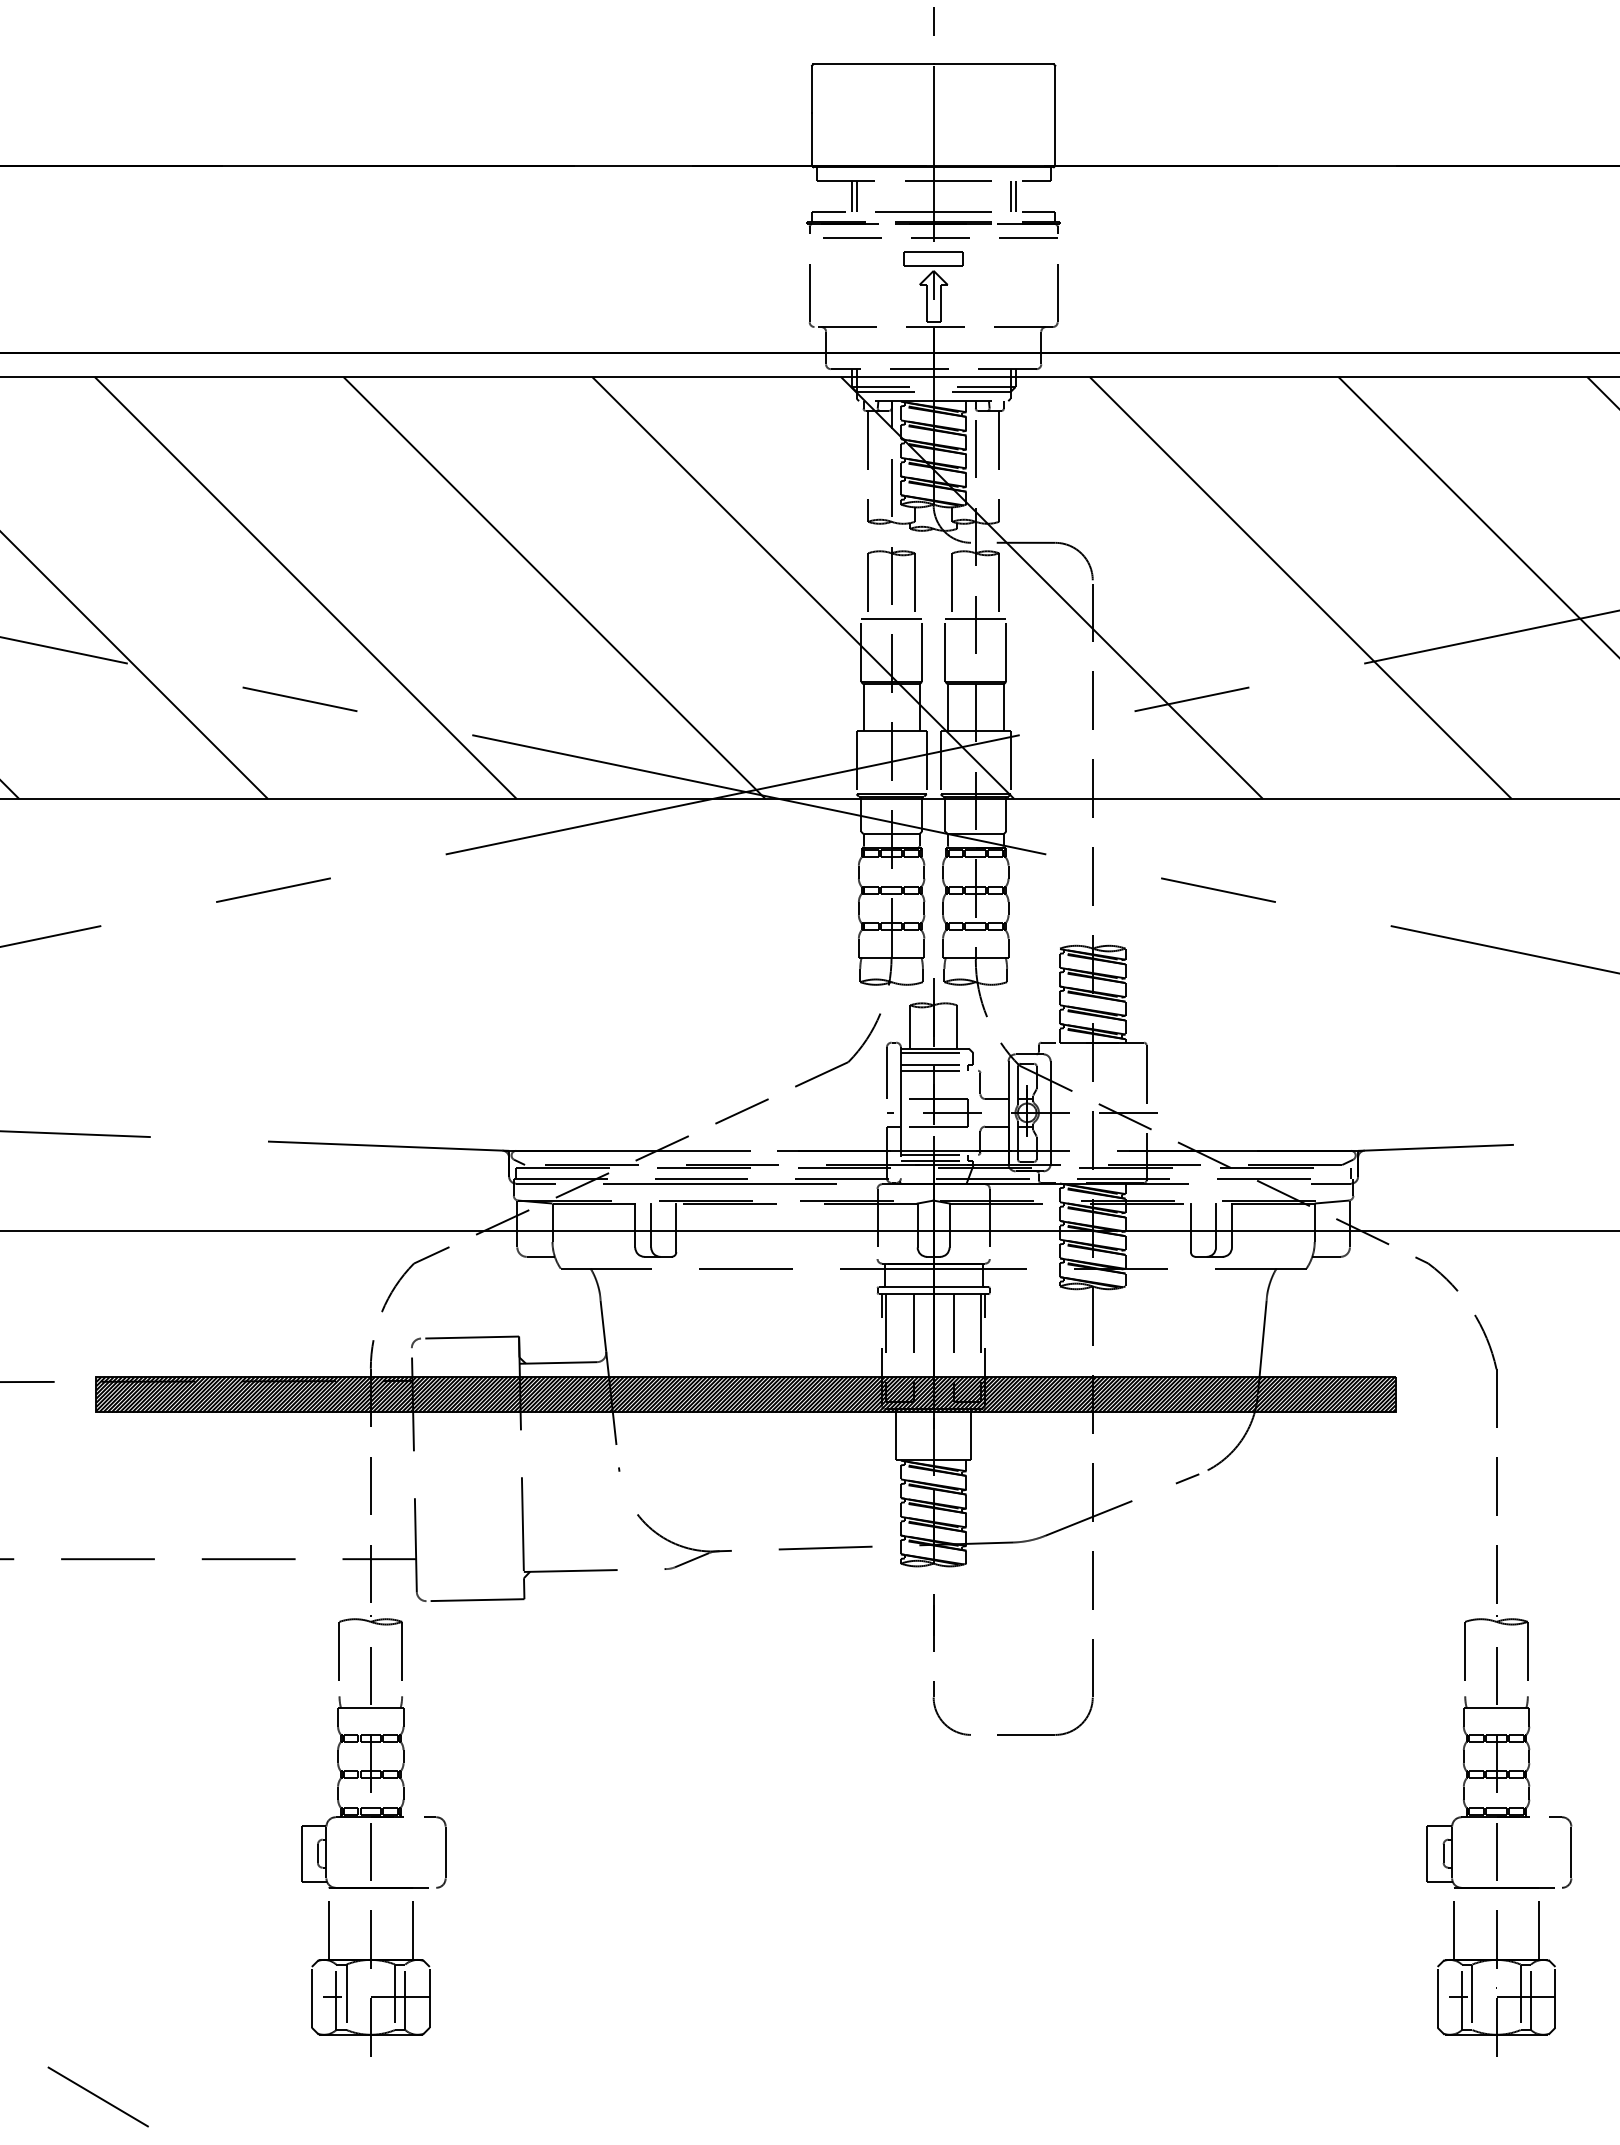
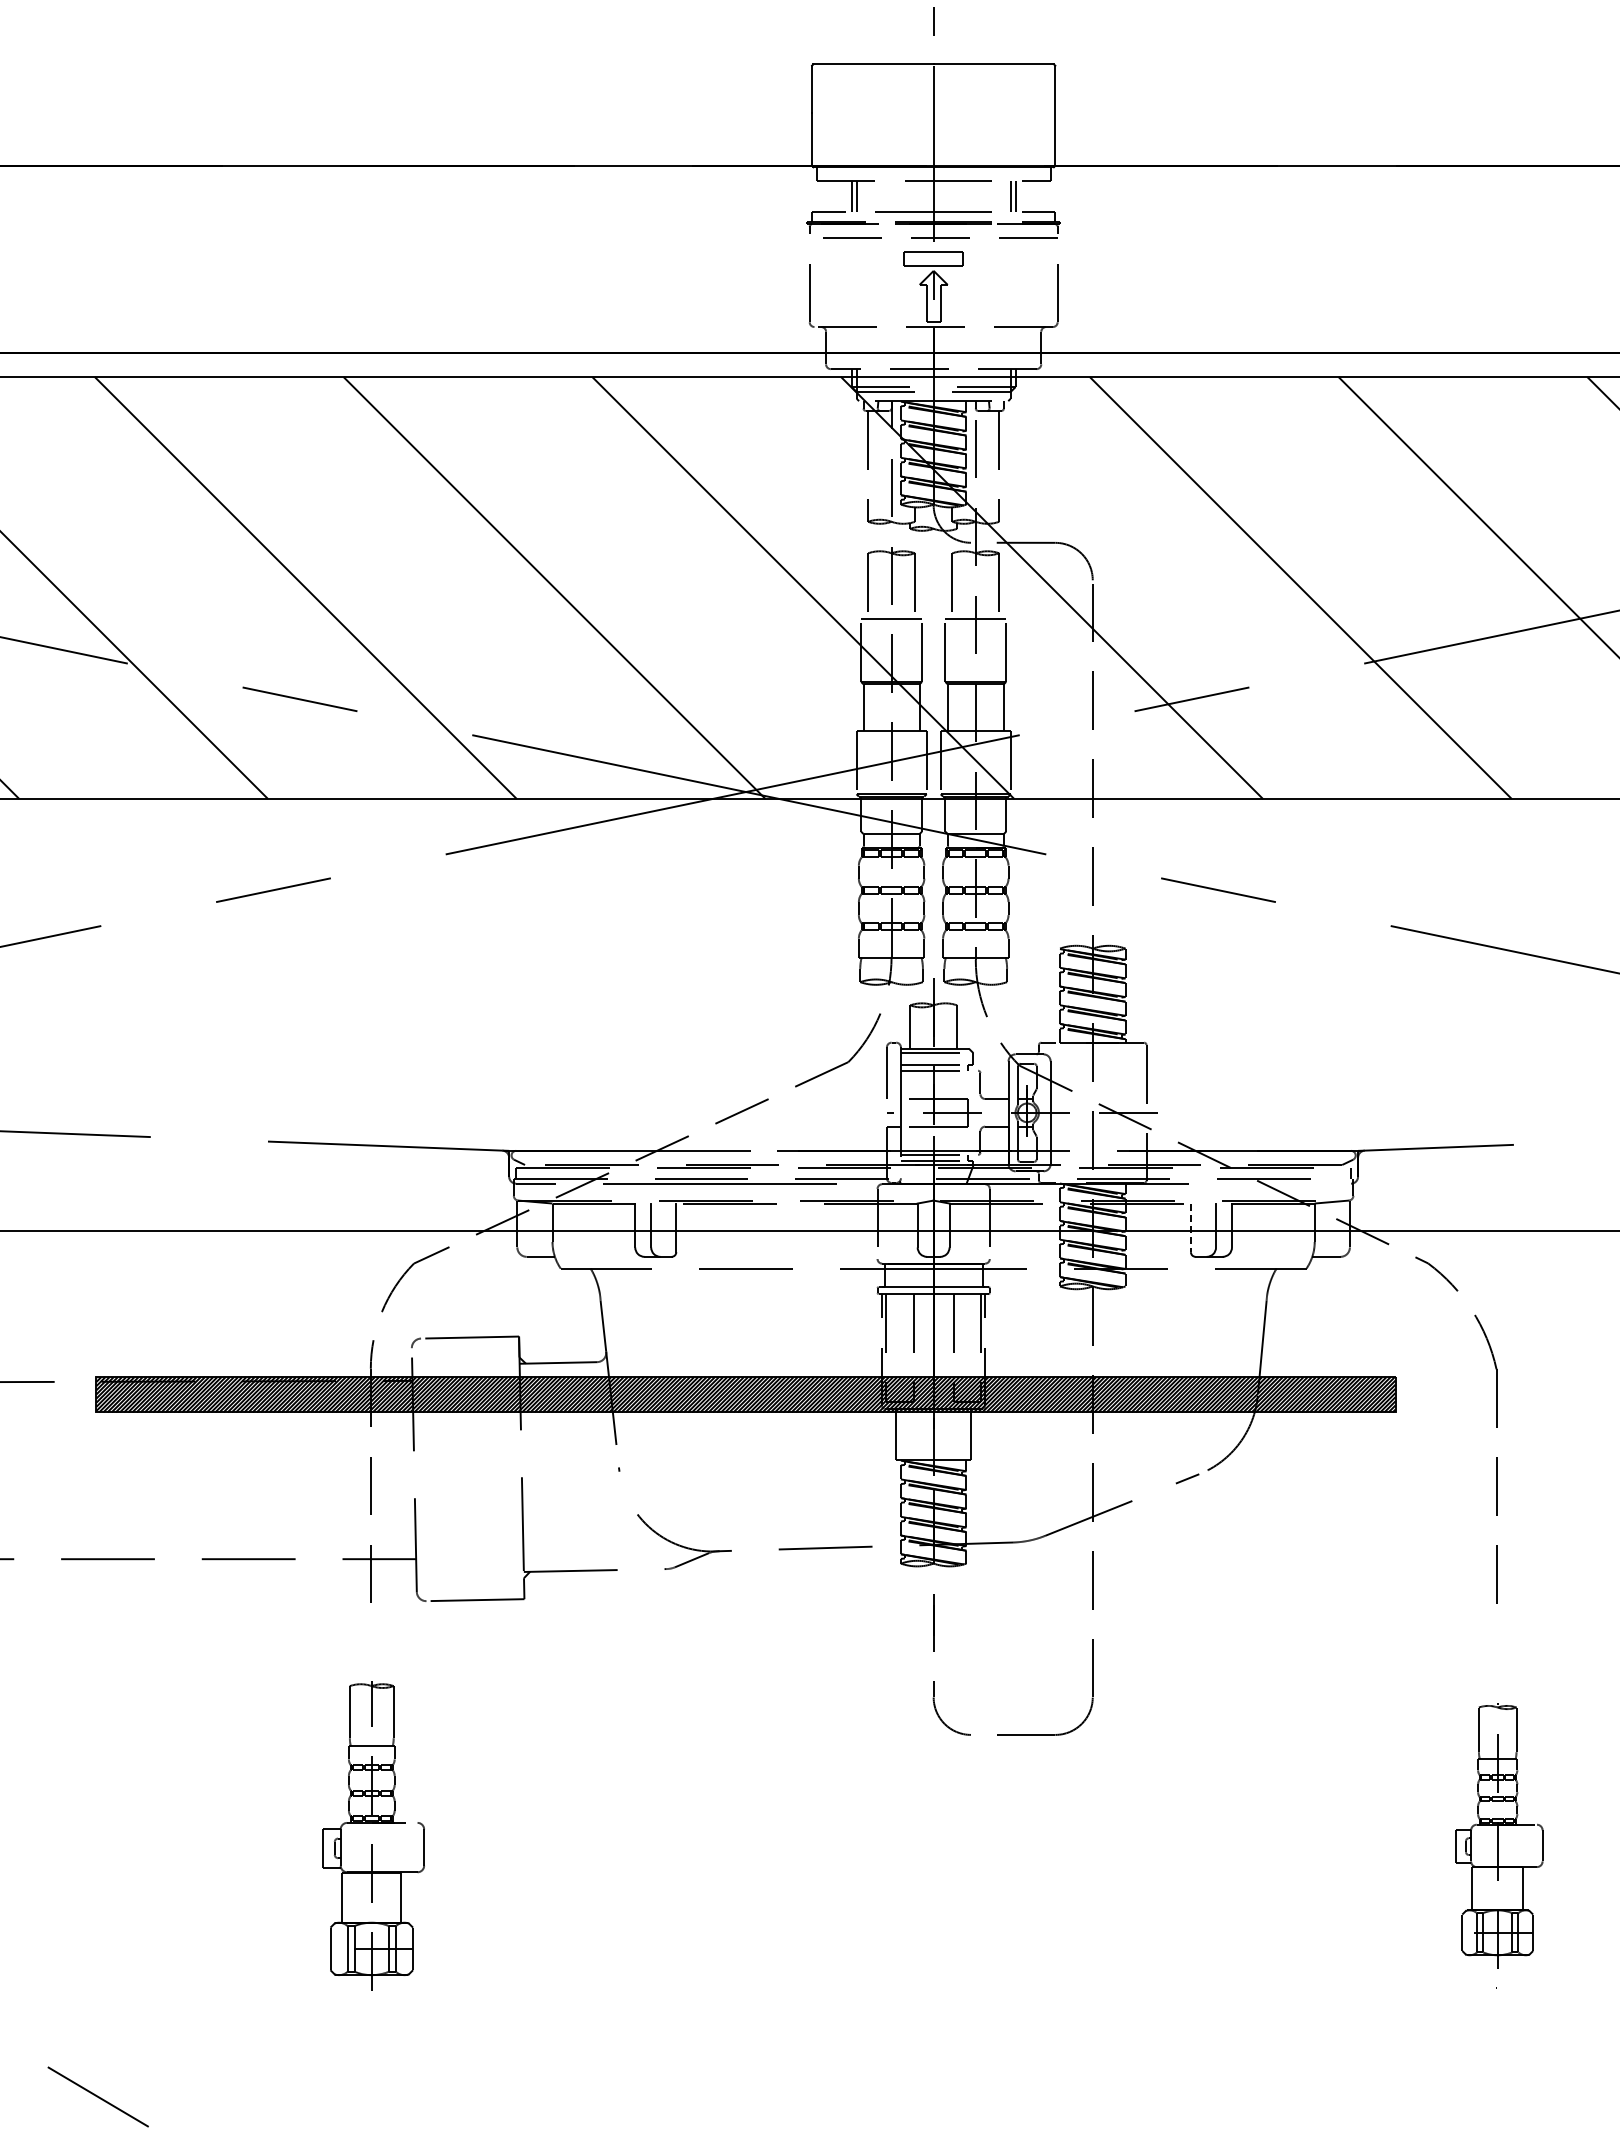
line at (1331, 1183): present -> none
line at (1190, 1228): solid -> dashed
part at (373, 1835) size: 146x442 px -> 103x310 px
part at (1499, 1835) size: 147x442 px -> 89x266 px
